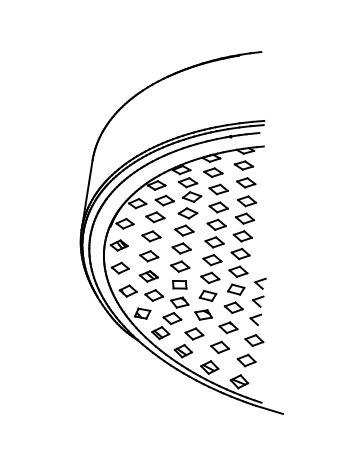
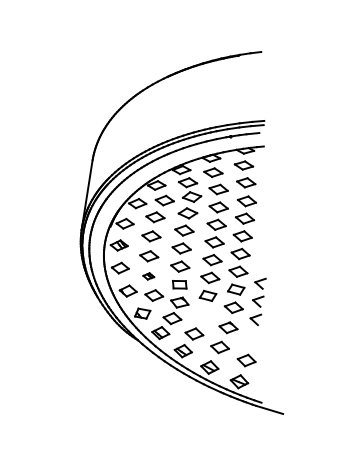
part at (148, 276) size: 21x13 px -> 14x9 px
part at (203, 314): present -> none
part at (254, 340): present -> none
